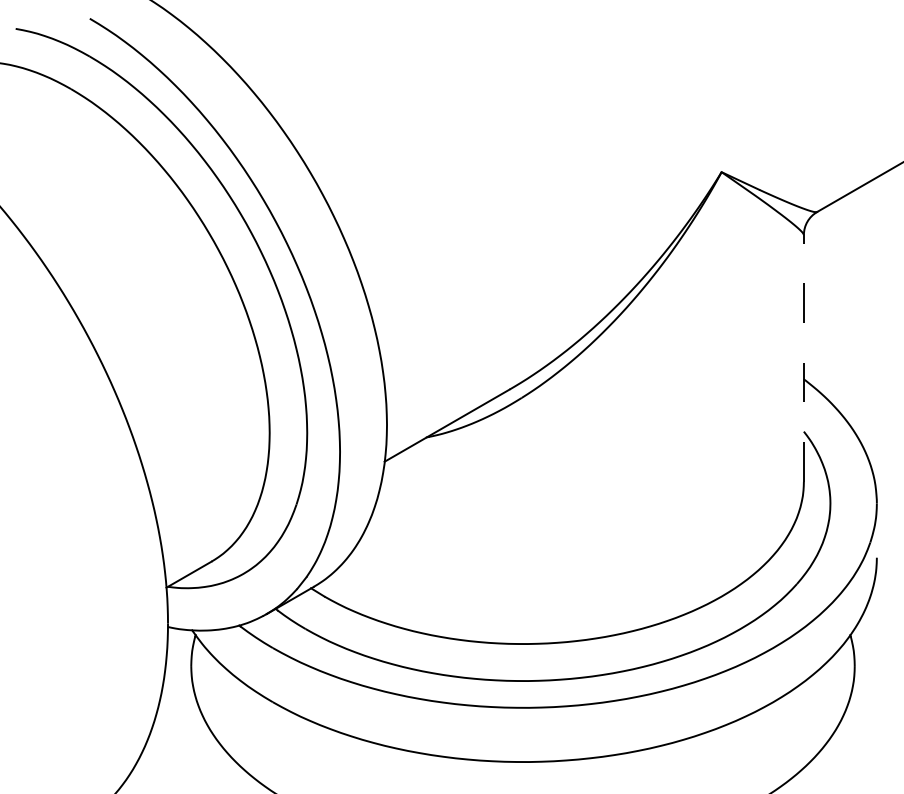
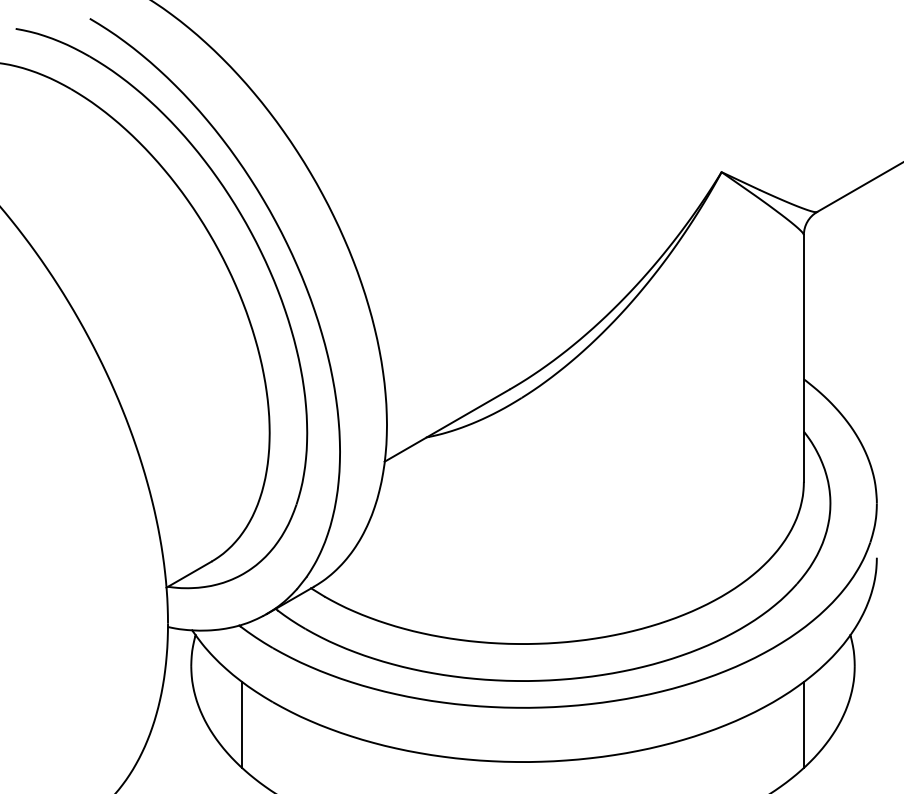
line at (803, 357): dashed -> solid
line at (242, 724): none -> present
line at (803, 724): none -> present
